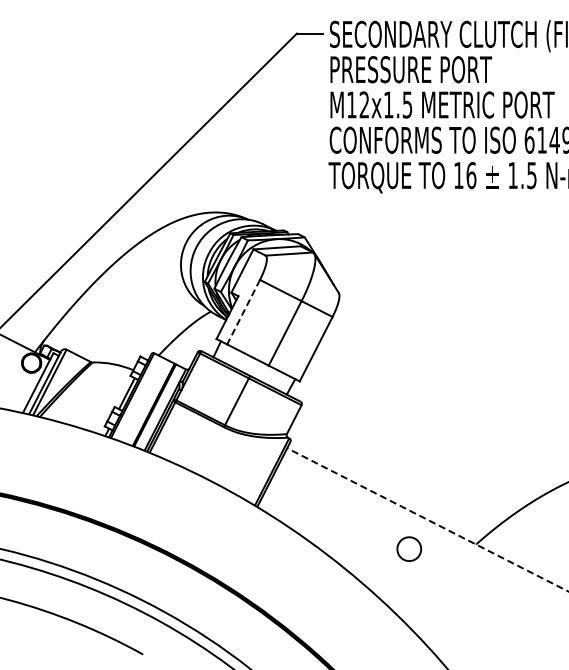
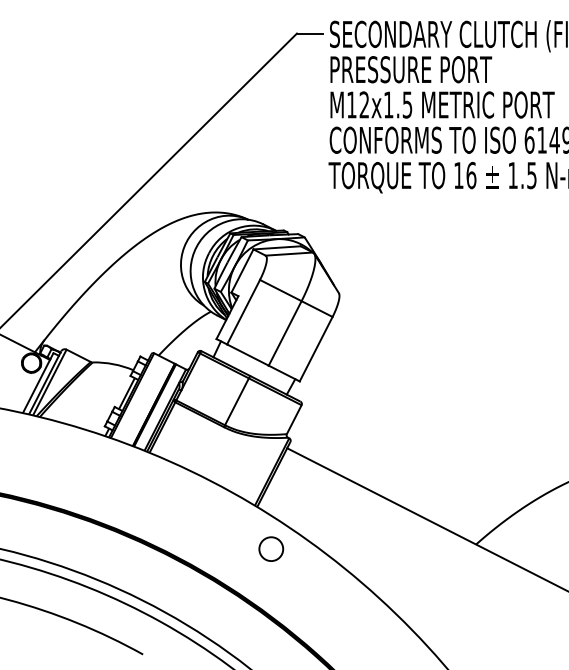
line at (243, 312): dashed -> solid
line at (427, 519): dashed -> solid
circle at (409, 548) position: (409, 548) -> (271, 548)
